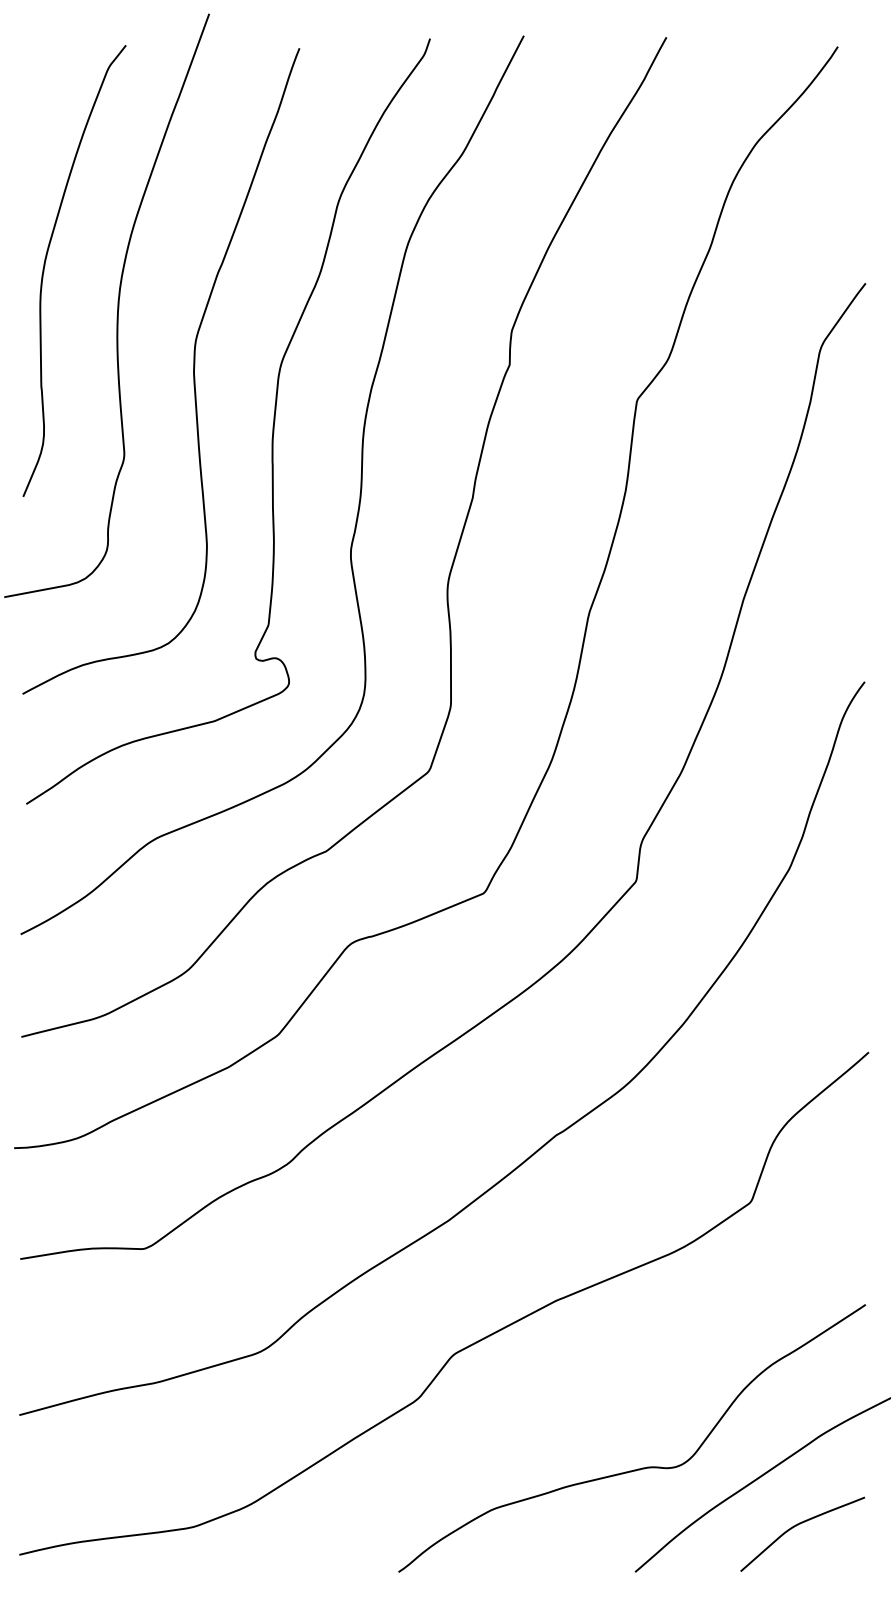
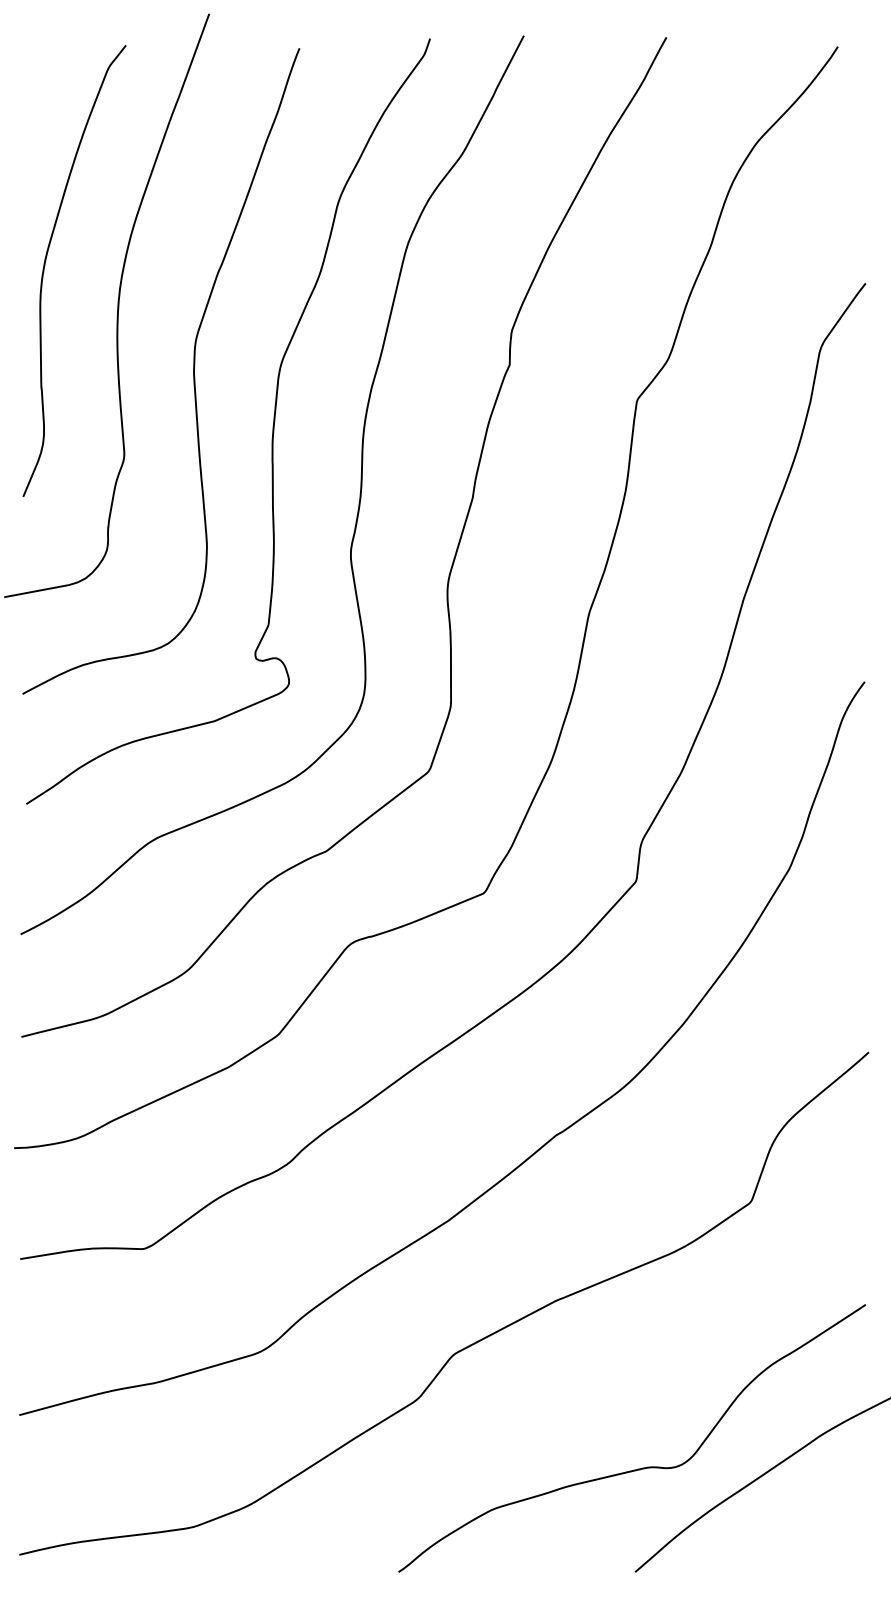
curve at (798, 1525): present -> none
